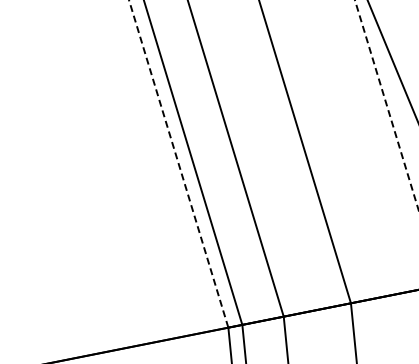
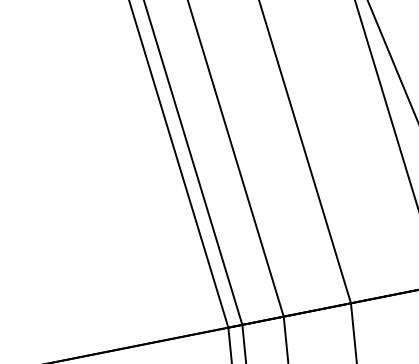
line at (386, 105): dashed -> solid
line at (178, 164): dashed -> solid
